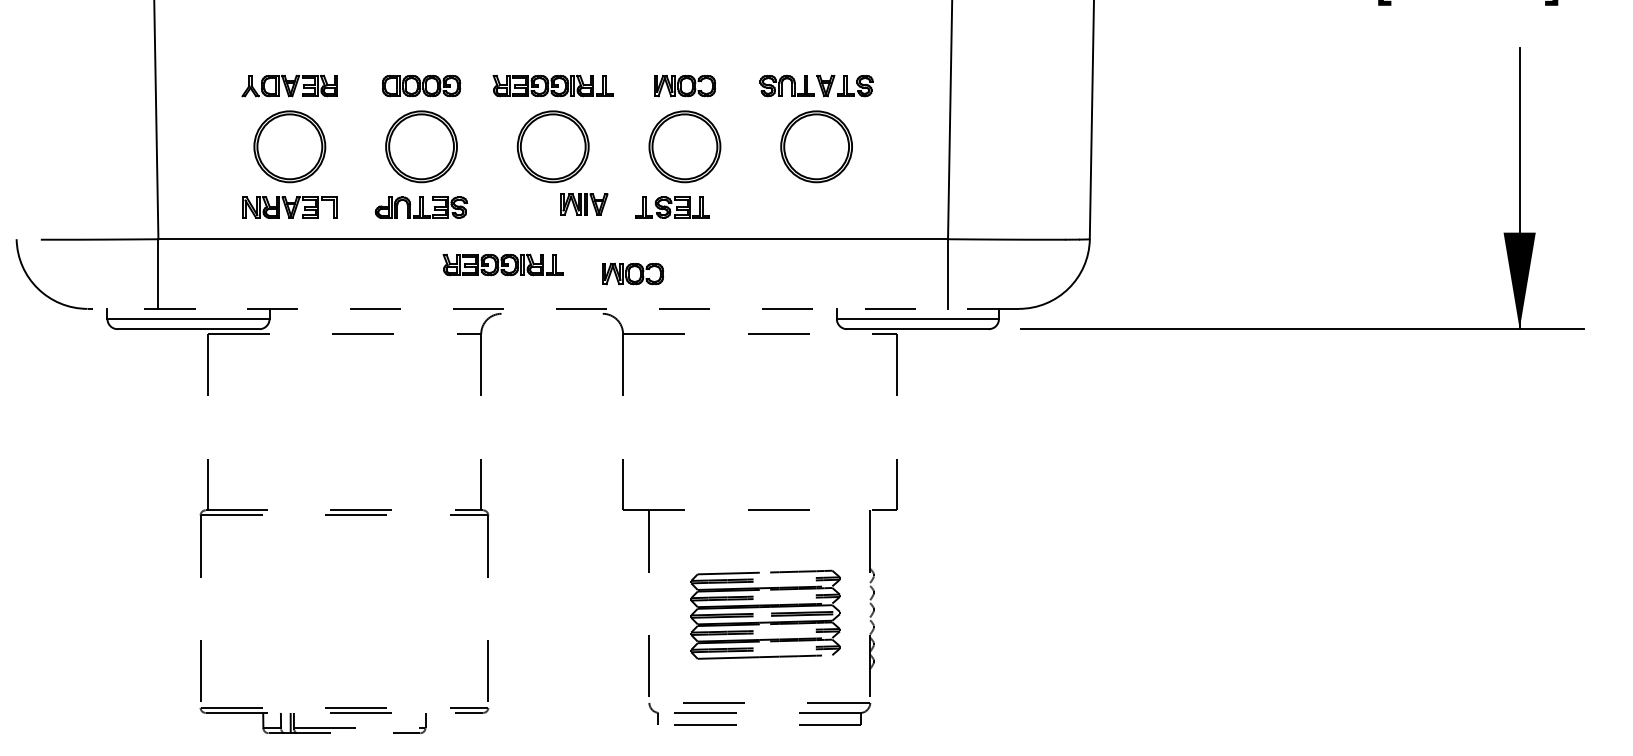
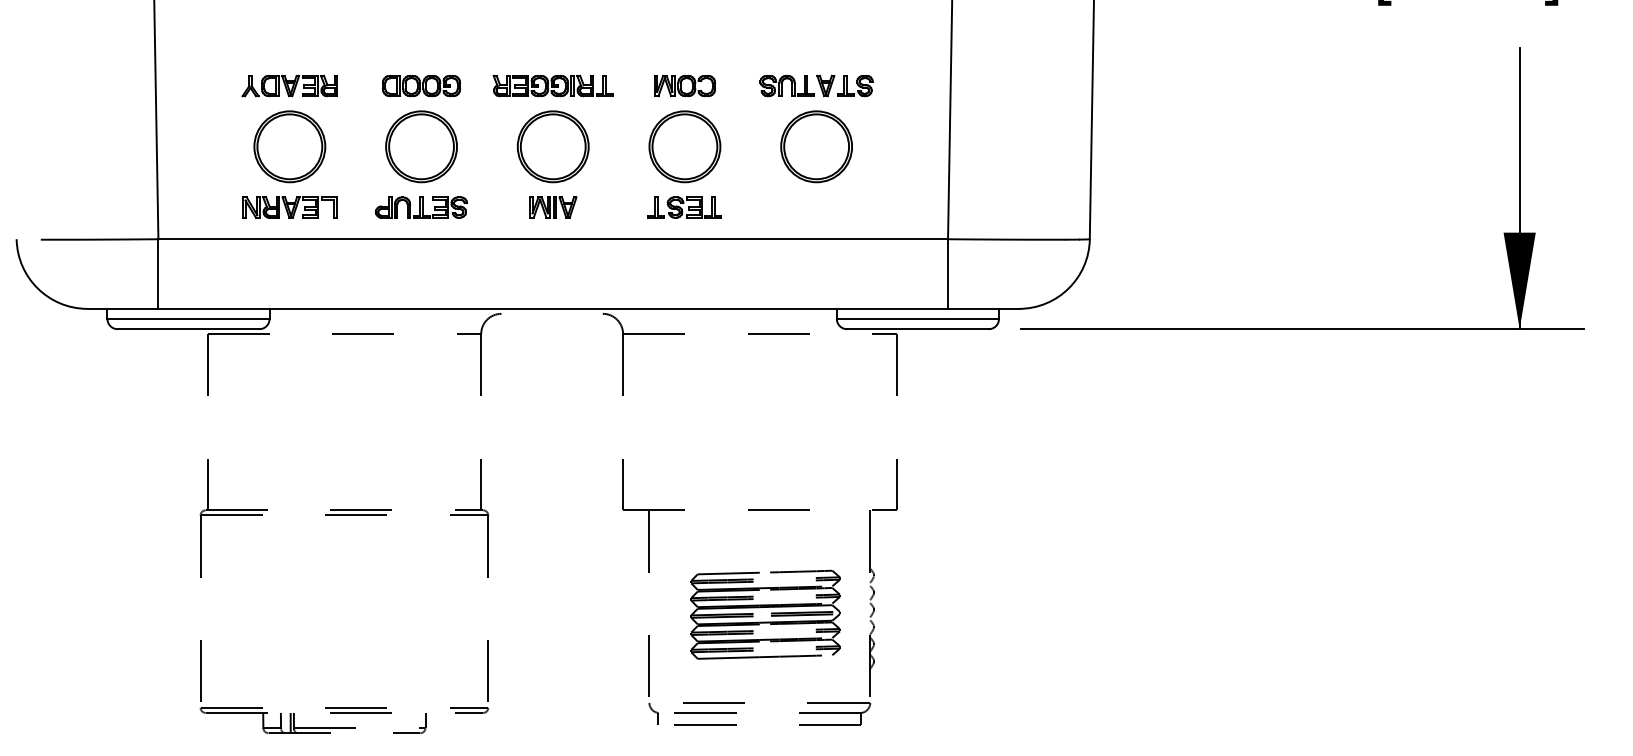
part at (584, 204) position: (584, 204) -> (553, 207)
part at (672, 207) position: (672, 207) -> (684, 207)
part at (502, 264): present -> none
part at (632, 273): present -> none
line at (553, 308): dashed -> solid
